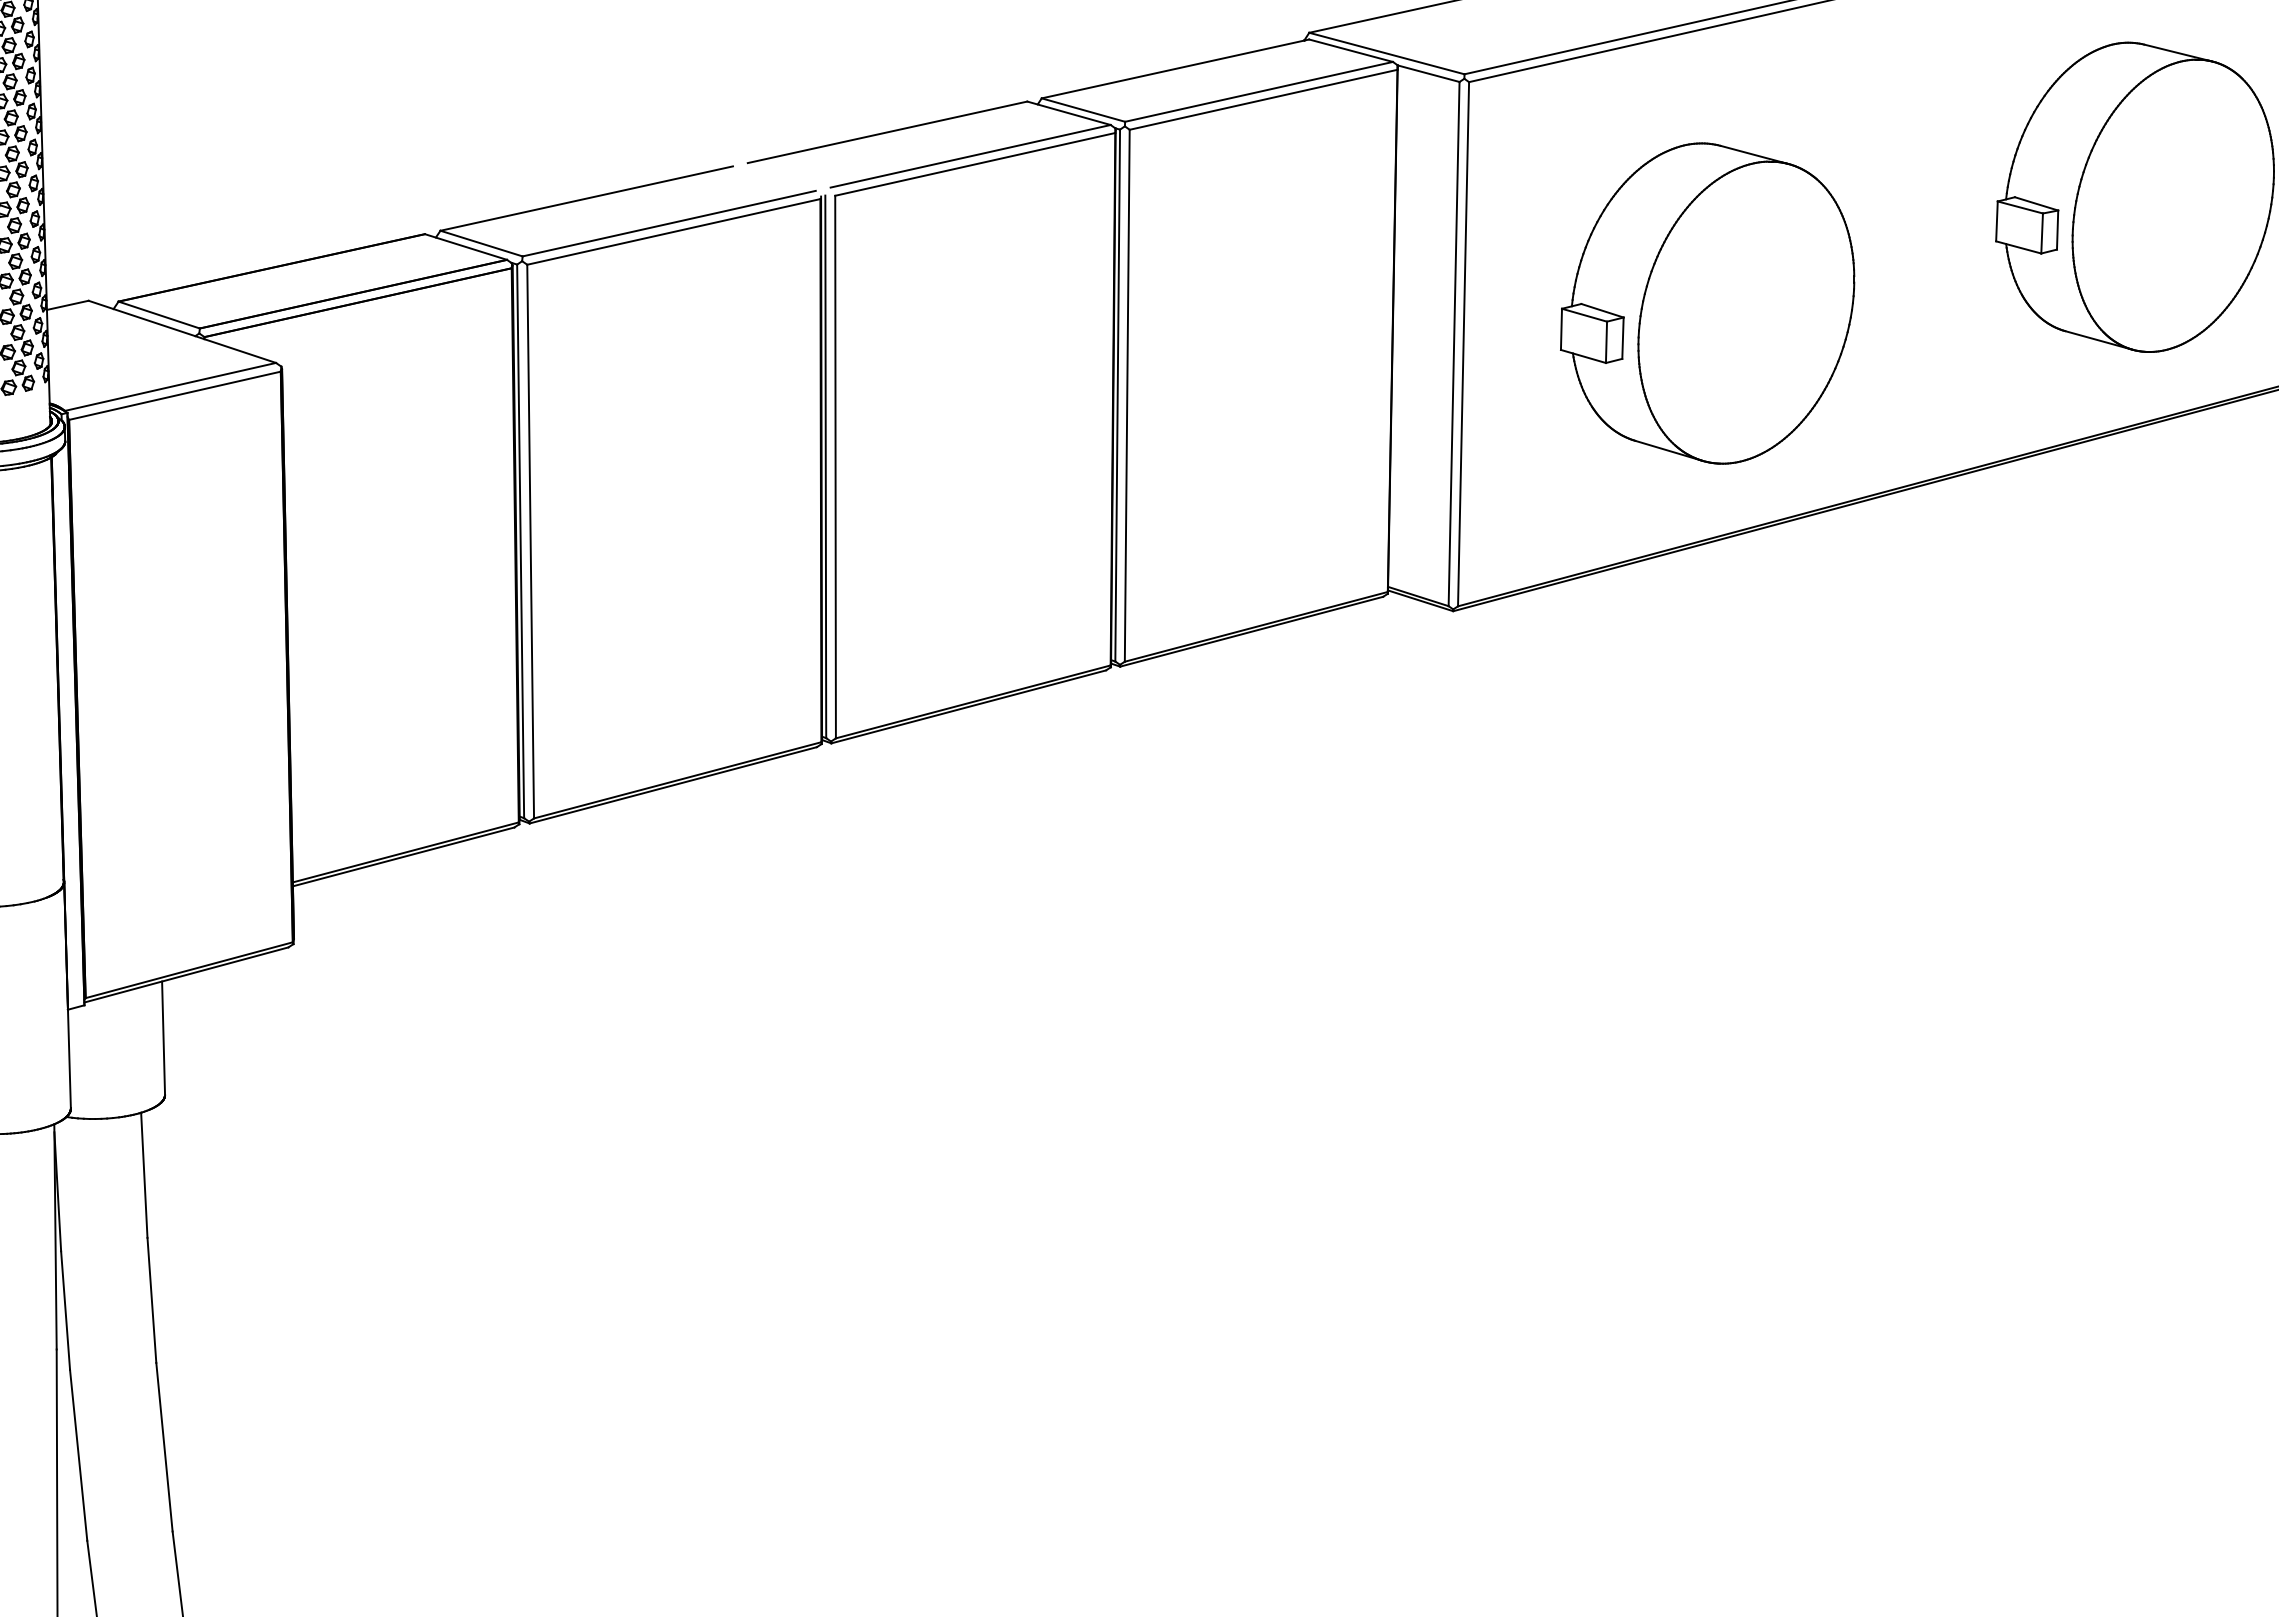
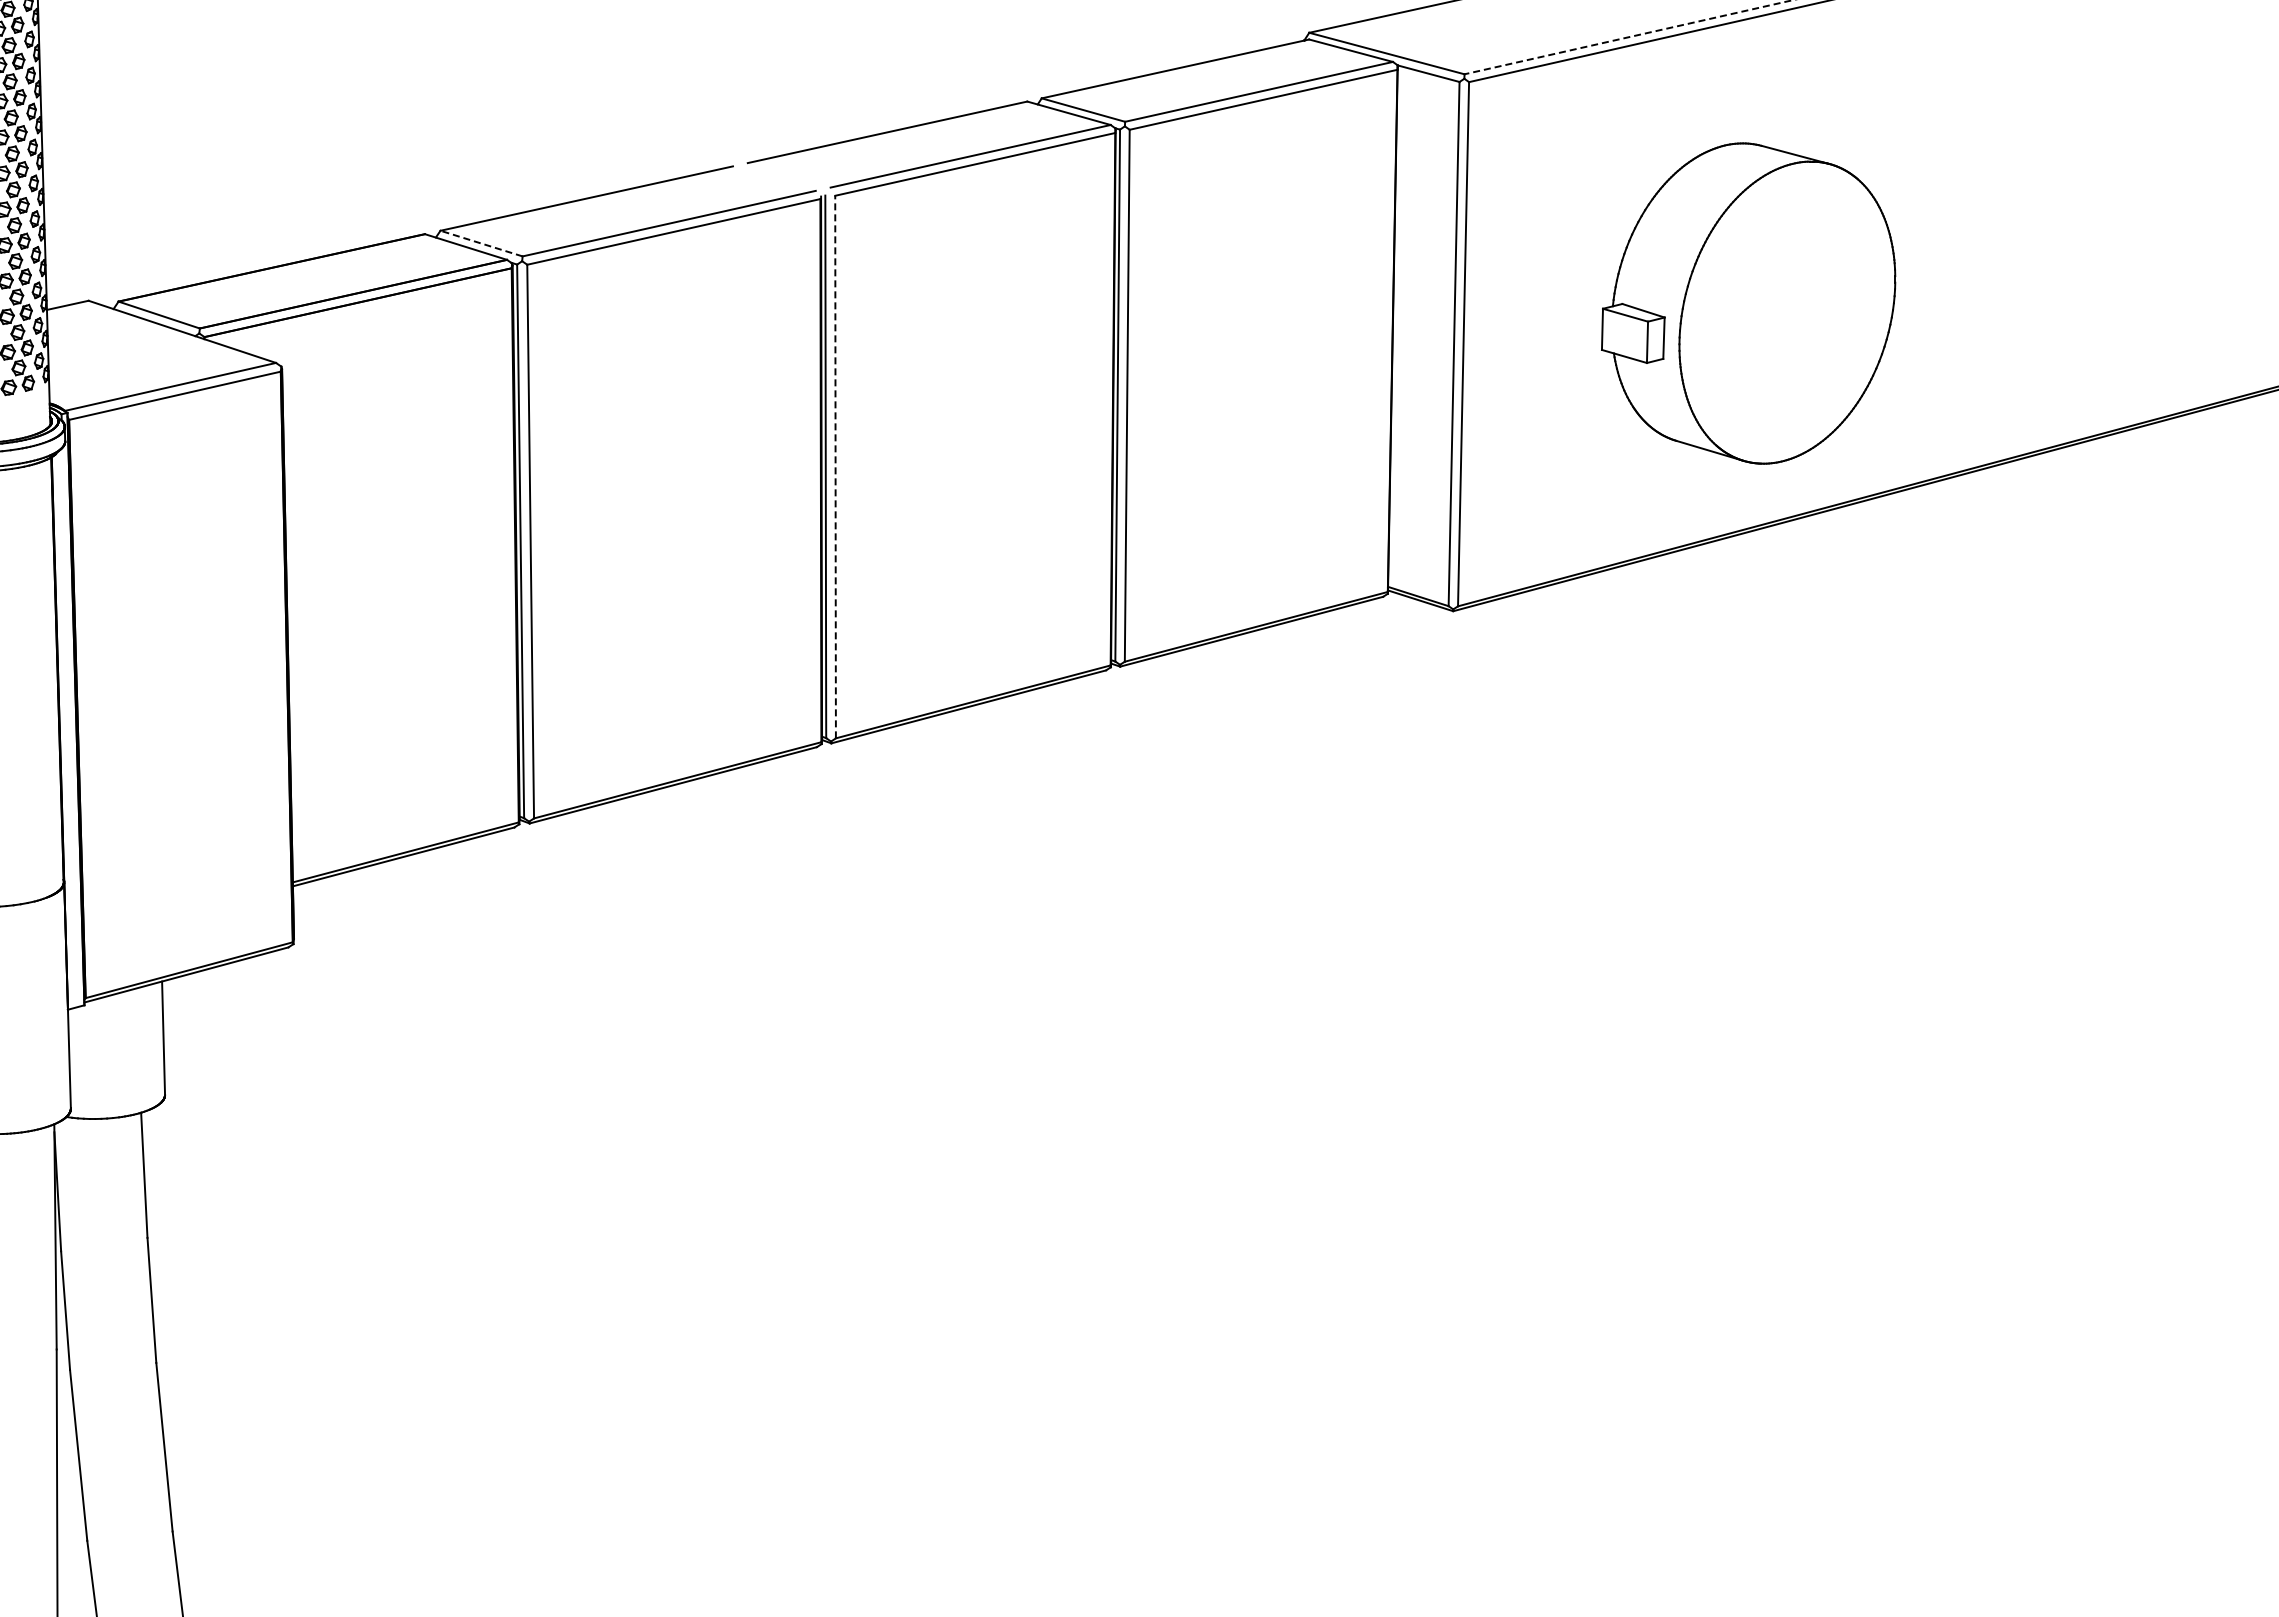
line at (1628, 37): solid -> dashed
part at (2134, 196): present -> none
line at (481, 243): solid -> dashed
part at (1707, 303) position: (1707, 303) -> (1748, 303)
line at (835, 466): solid -> dashed
